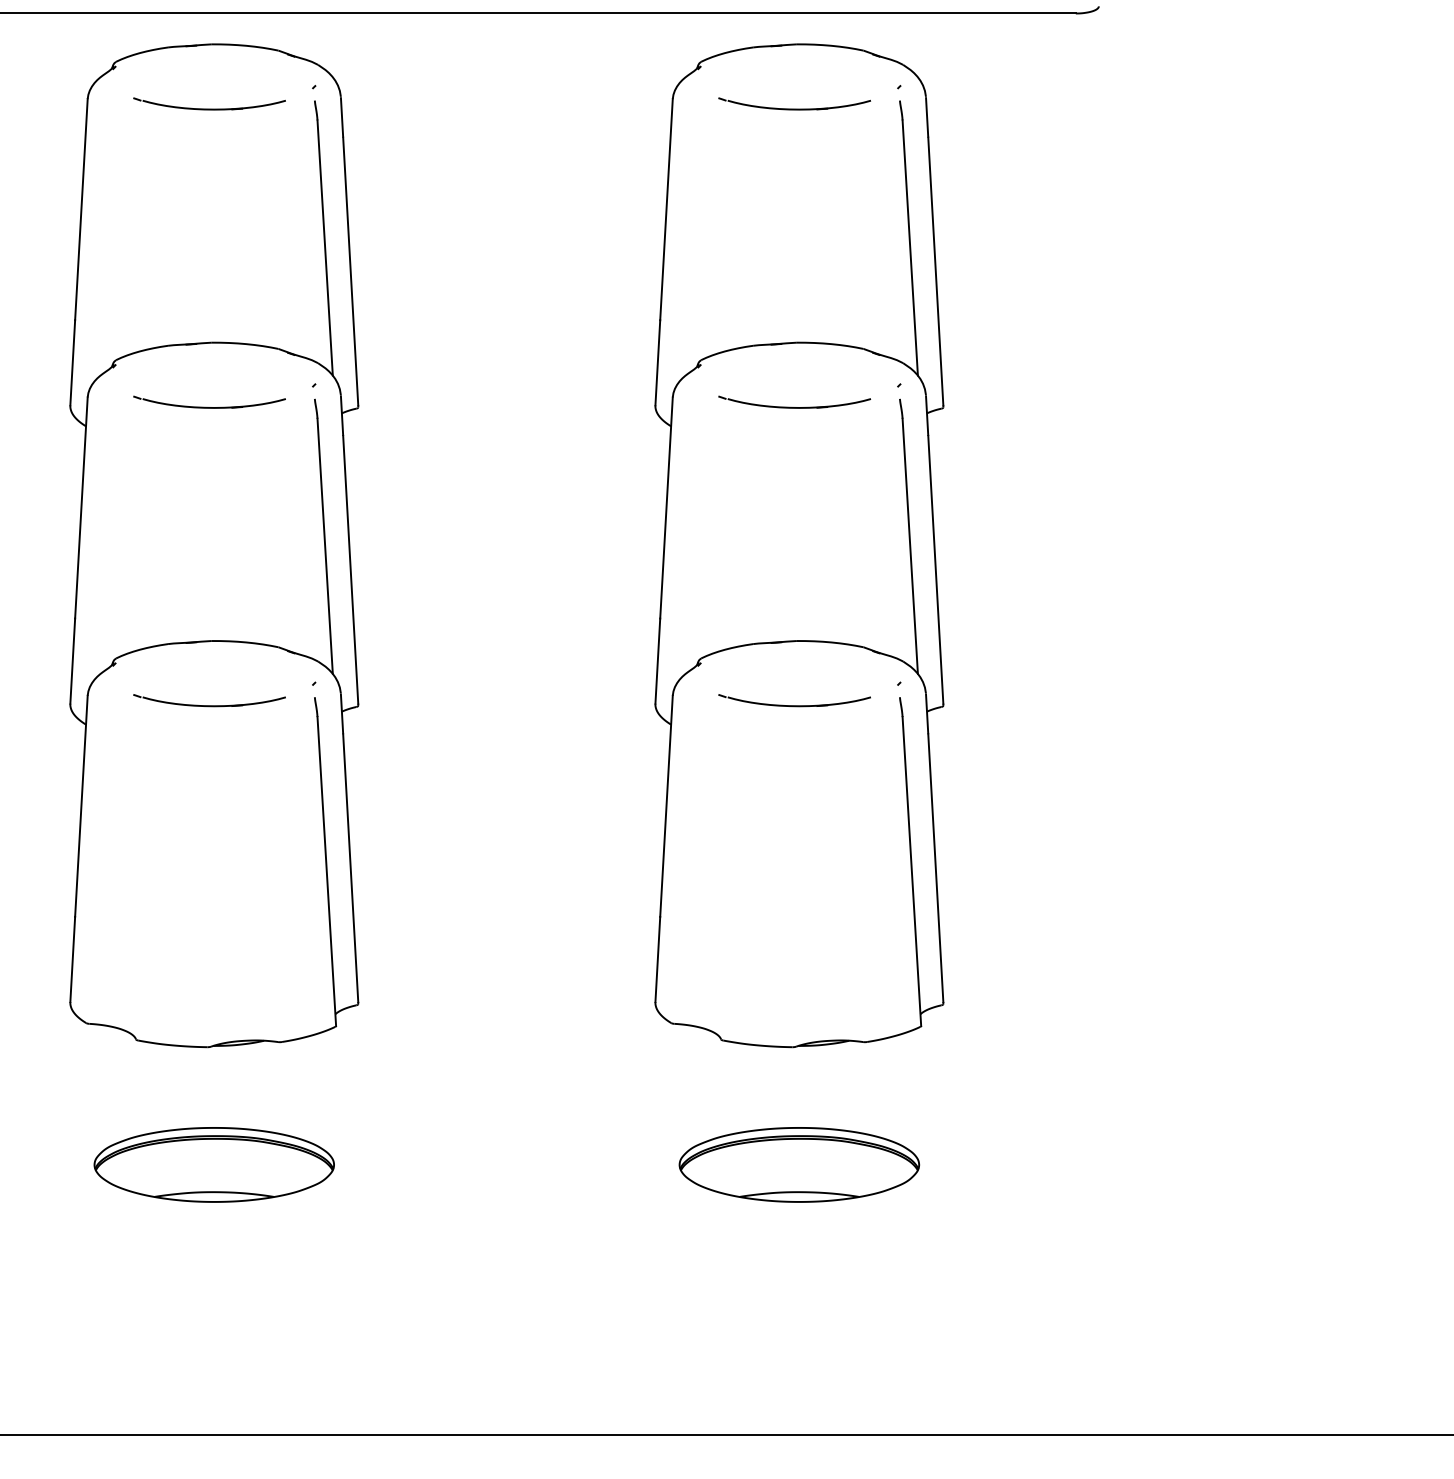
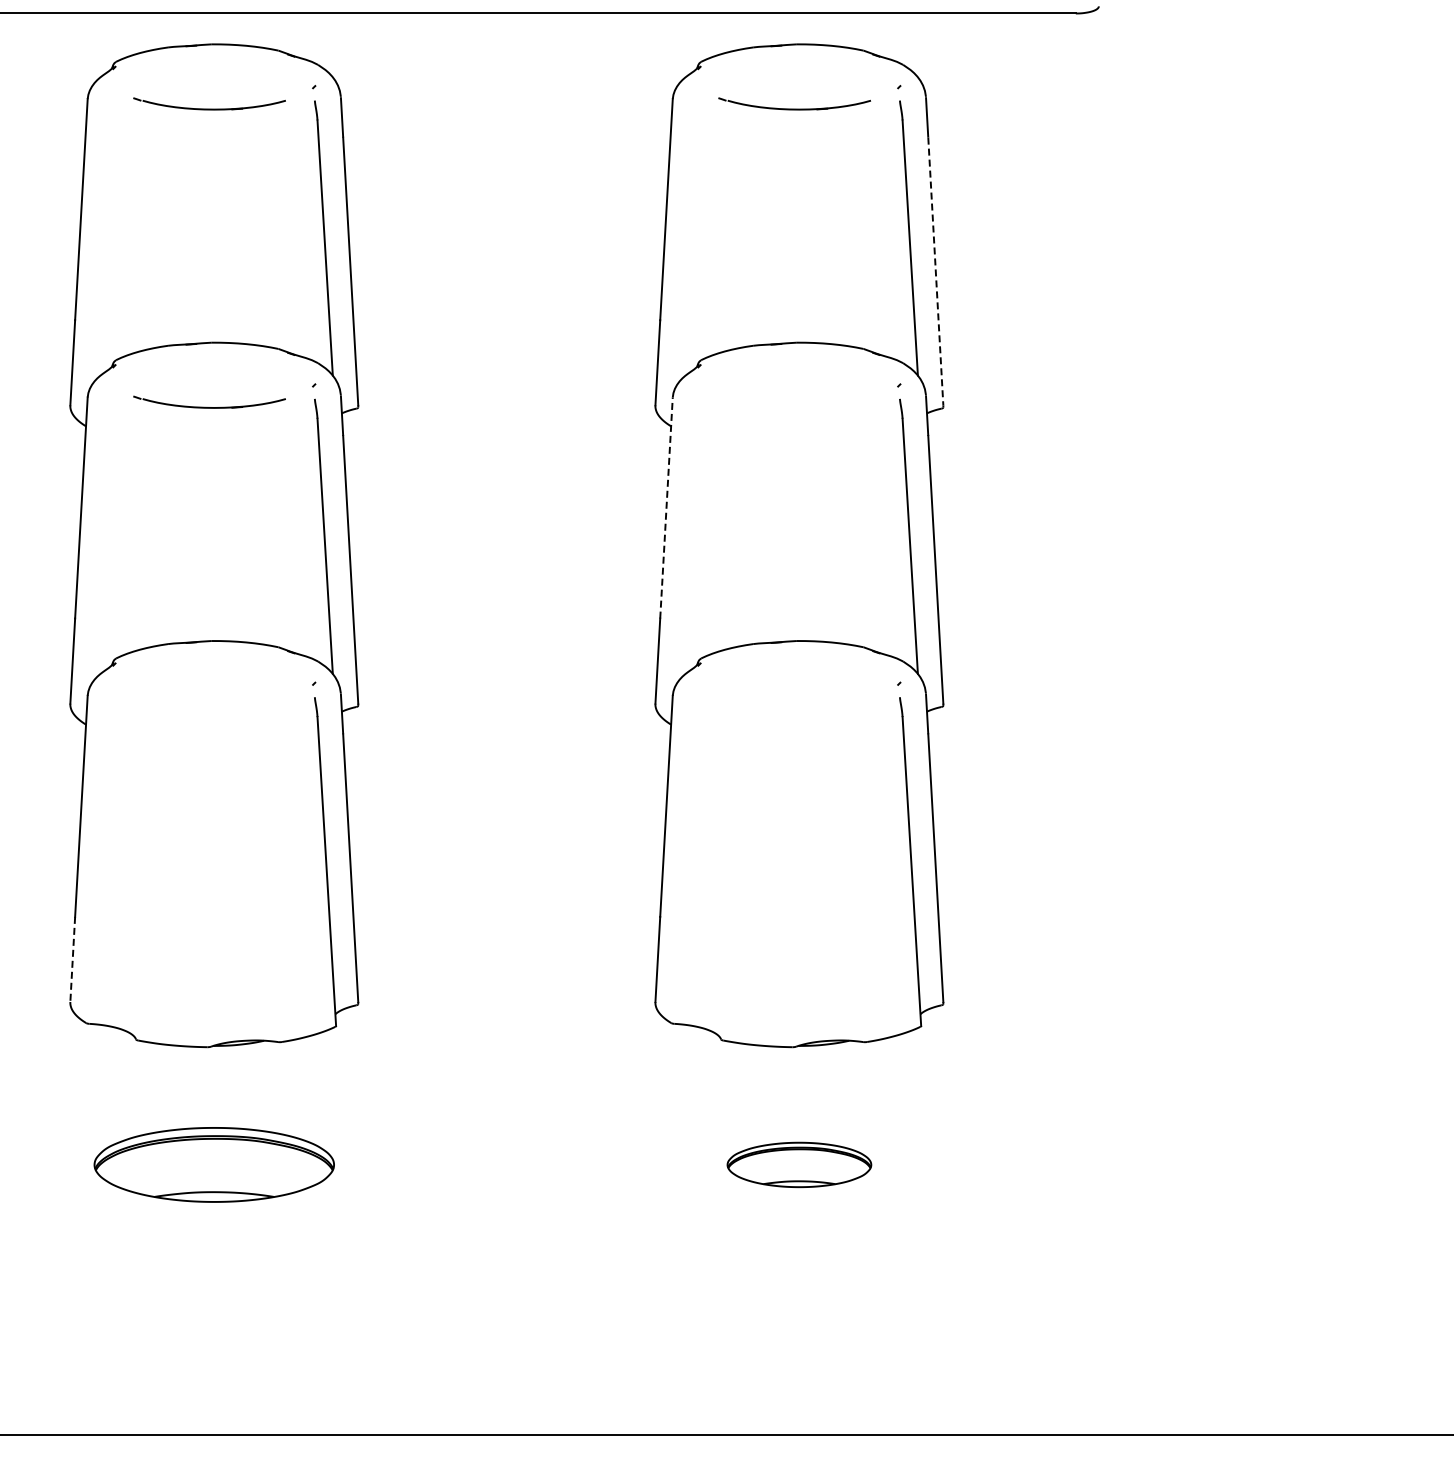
line at (935, 272): solid -> dashed
part at (794, 401): present -> none
line at (666, 508): solid -> dashed
part at (209, 700): present -> none
part at (794, 700): present -> none
line at (72, 959): solid -> dashed
part at (799, 1164) size: 243x76 px -> 147x48 px
